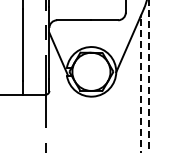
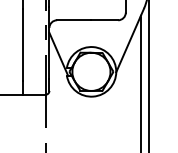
line at (148, 77): dashed -> solid
line at (140, 84): dashed -> solid
